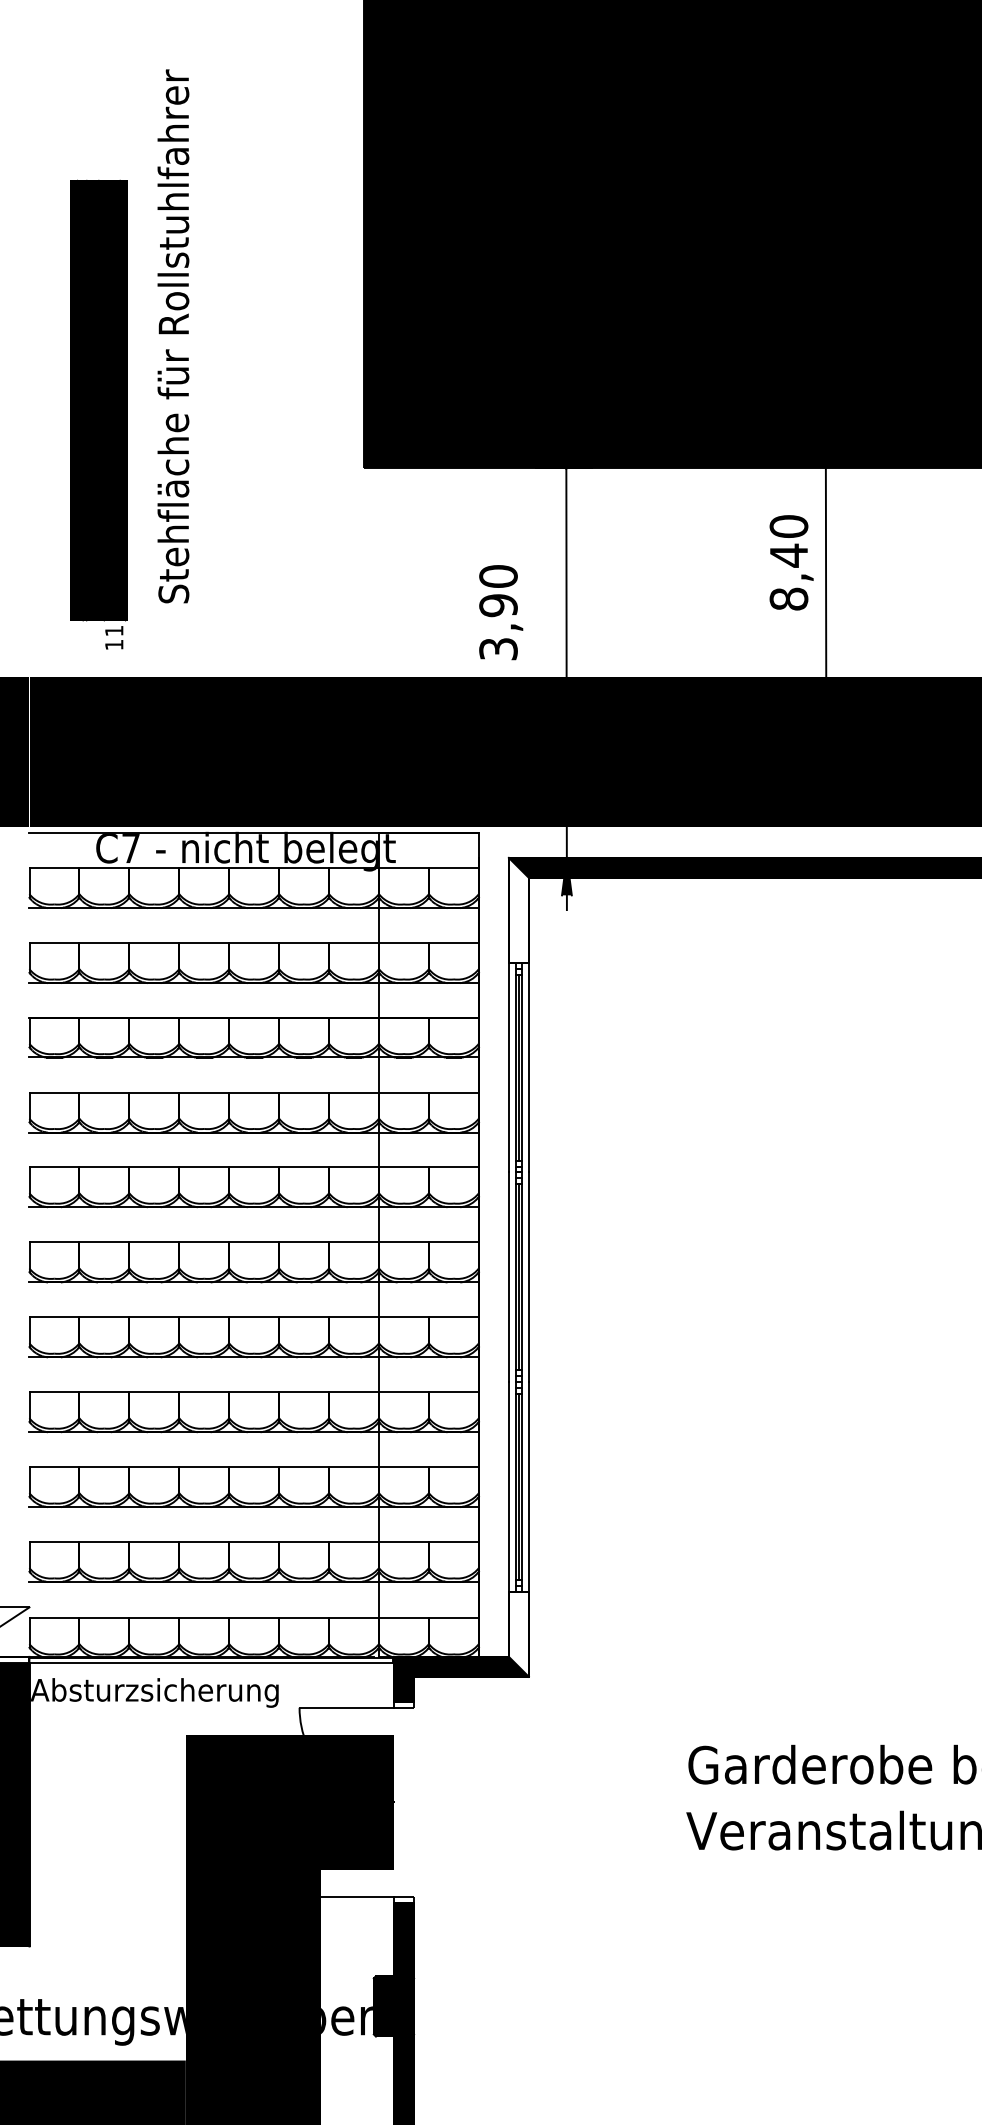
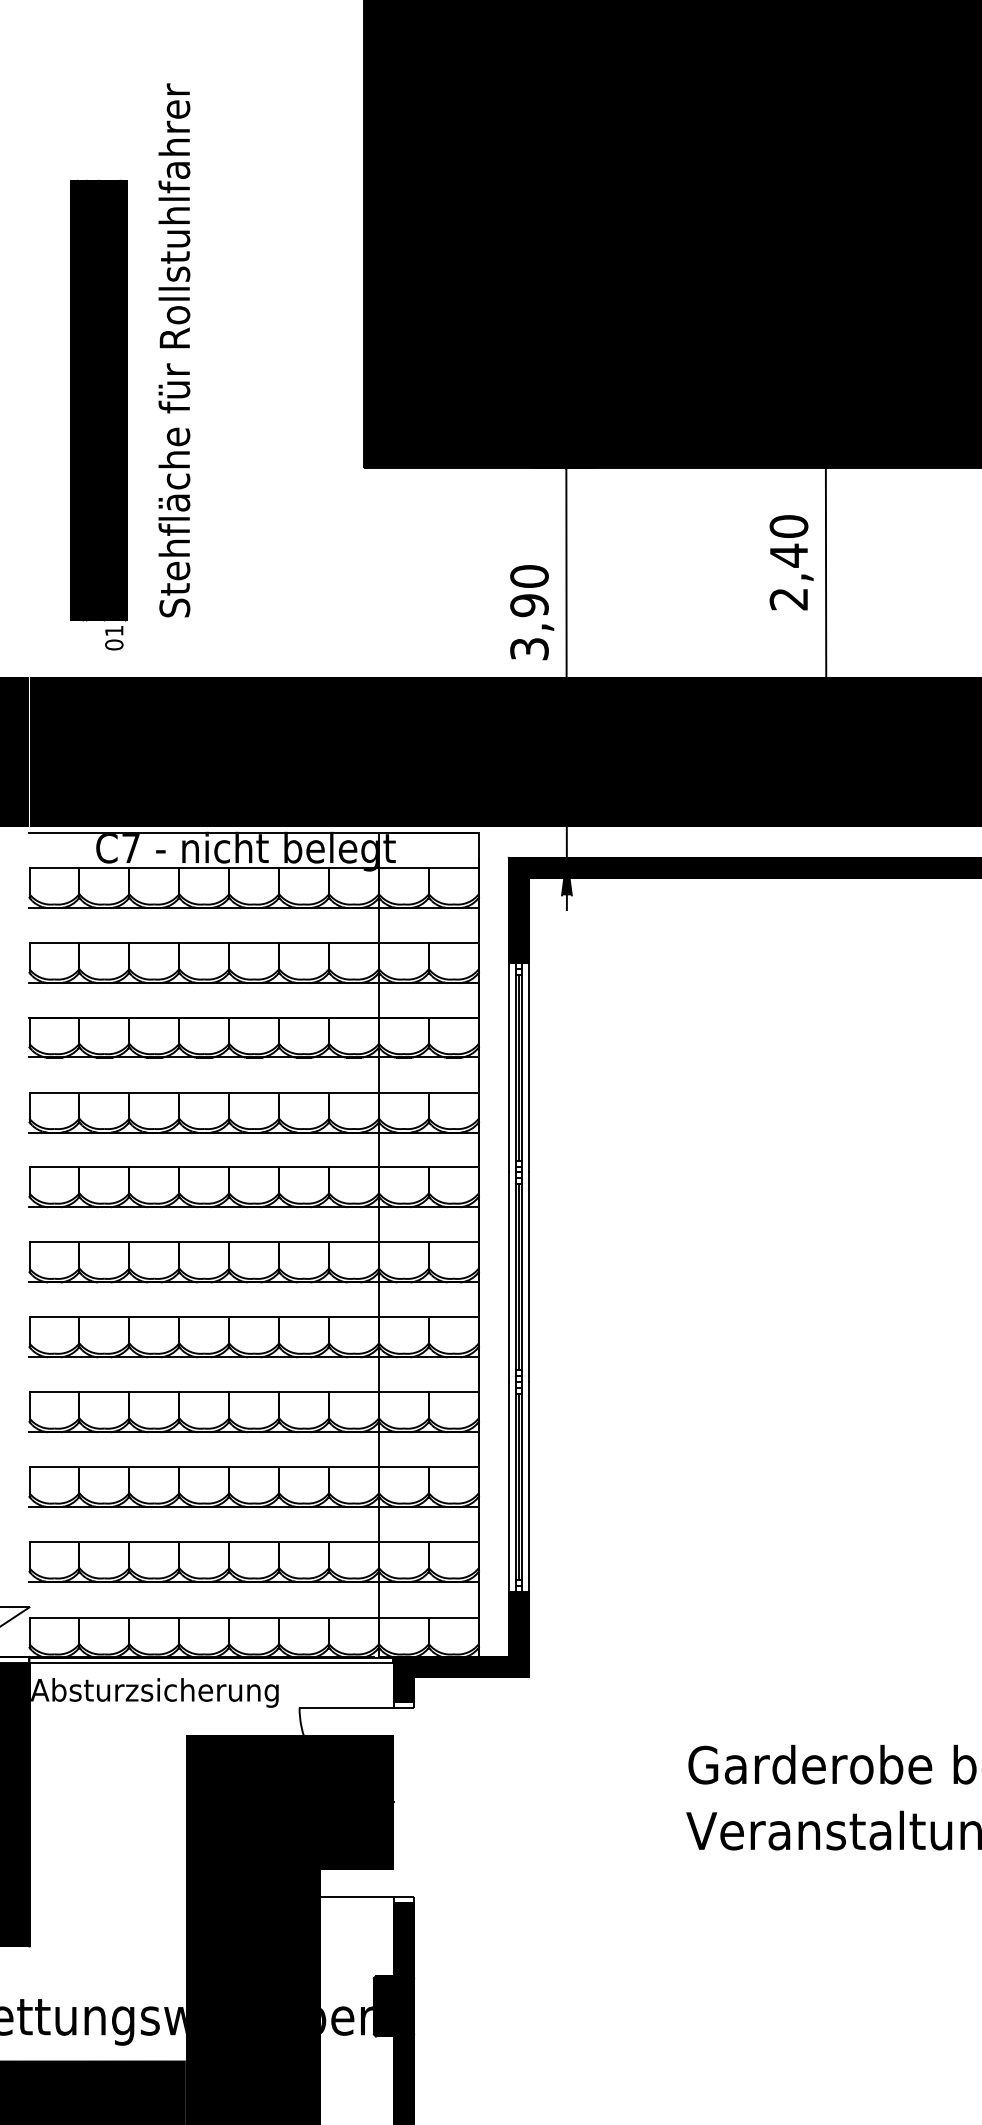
text at (173, 336) position: (173, 336) -> (174, 350)
text at (788, 598): 8,40 -> 2,40
text at (501, 612) position: (501, 612) -> (532, 612)
text at (114, 644): 11 -> 01
fill at (518, 909): none -> present
fill at (518, 1633): none -> present
